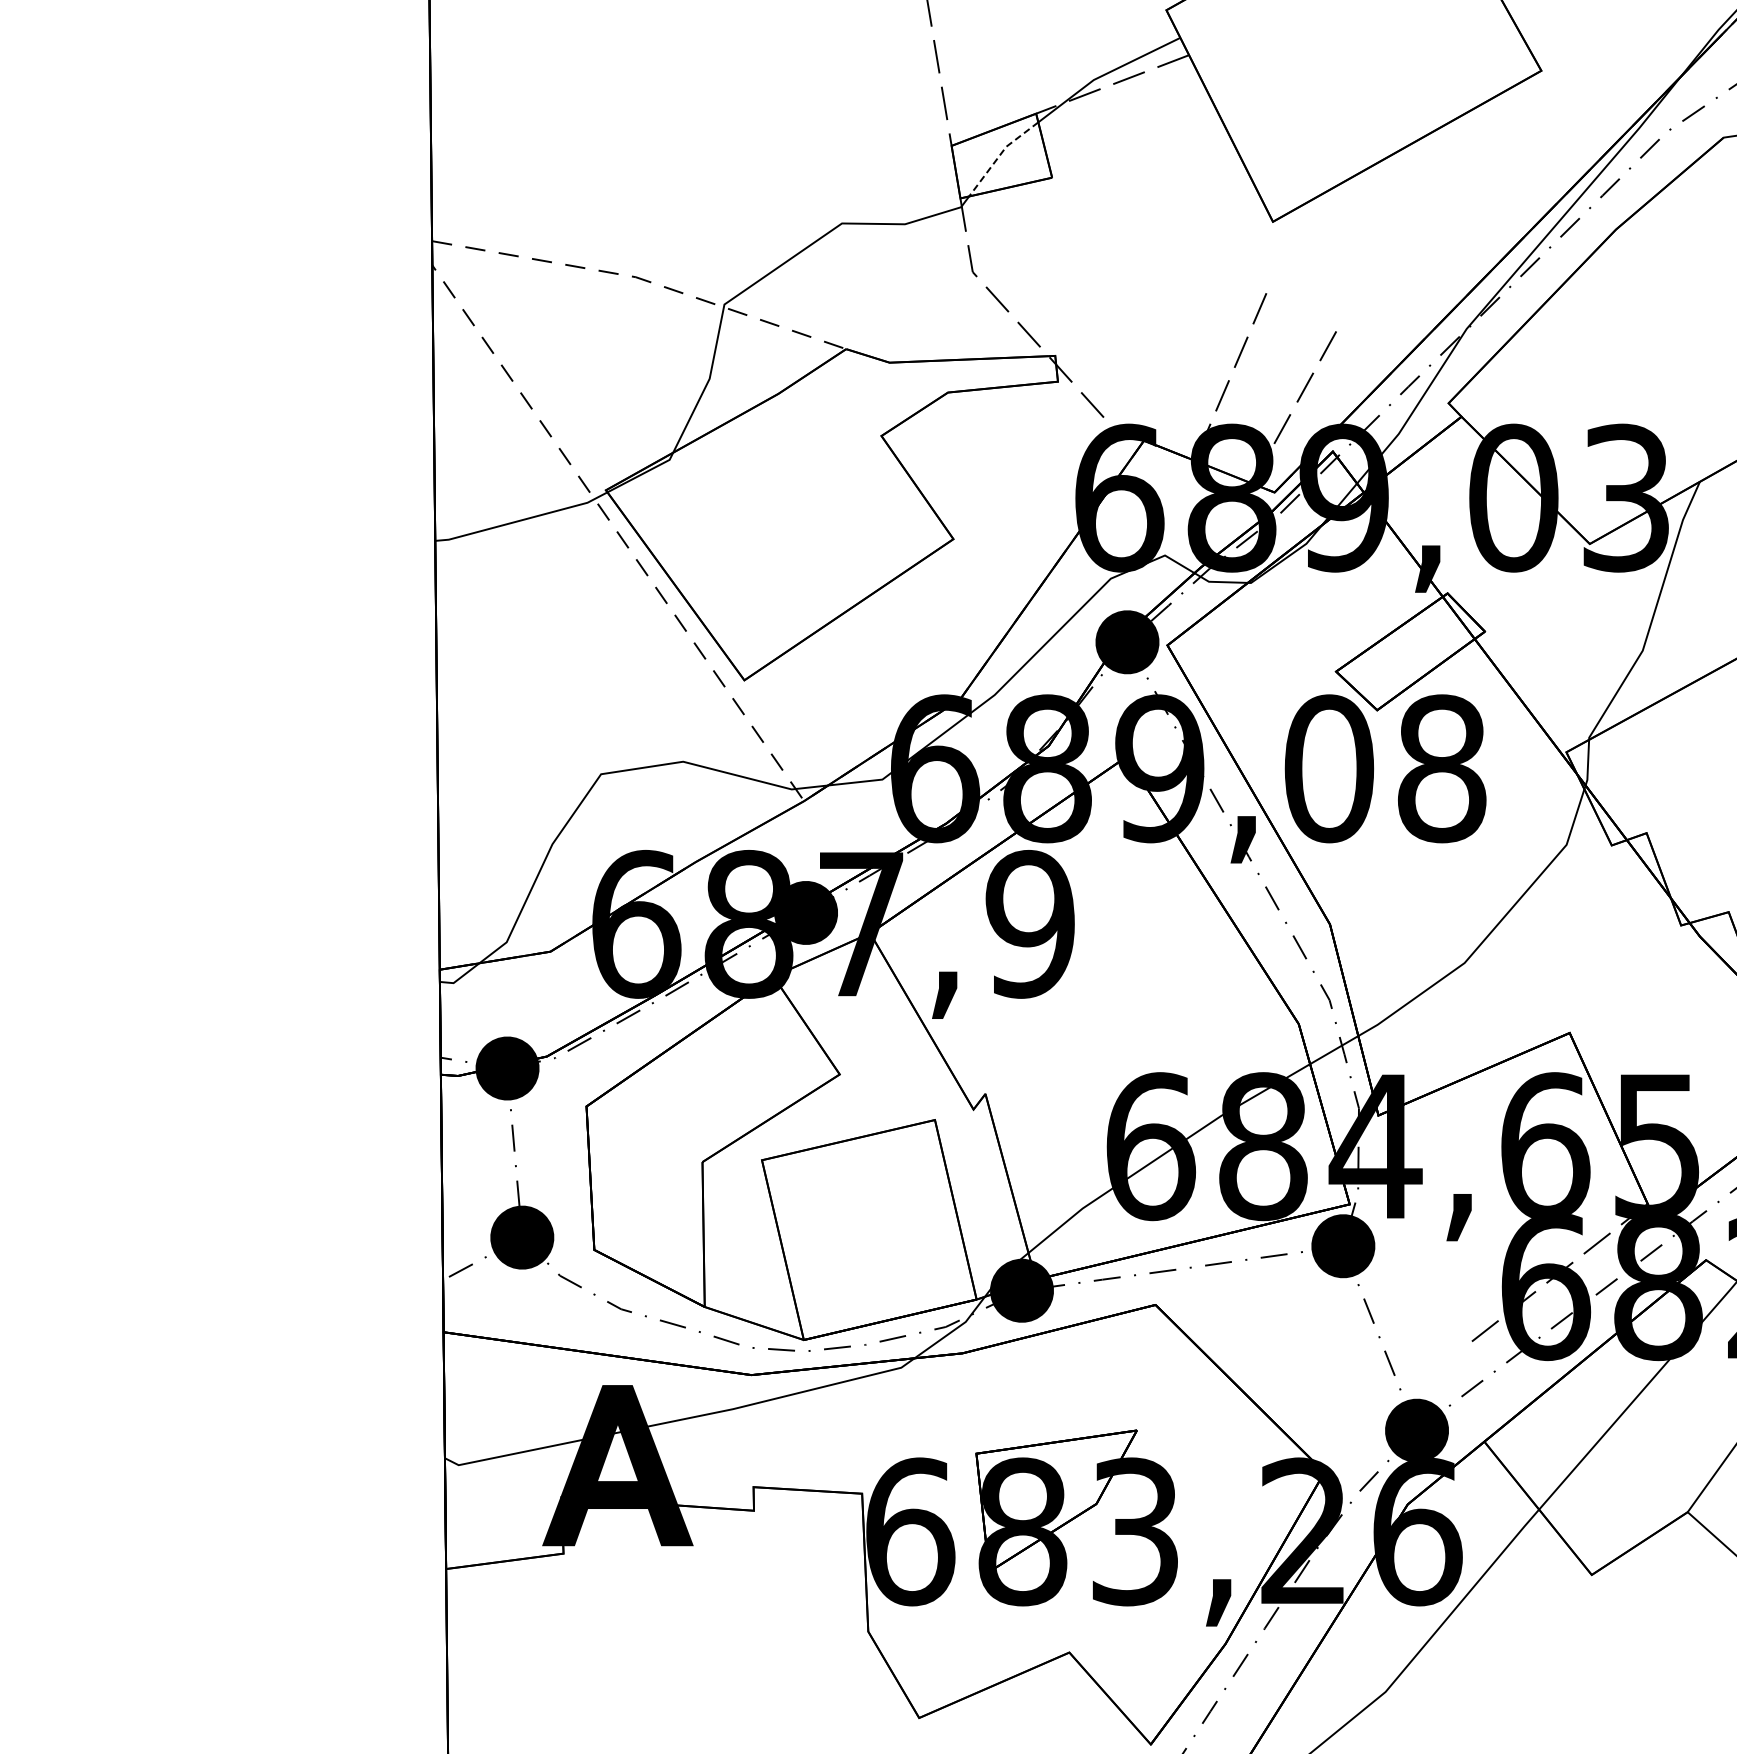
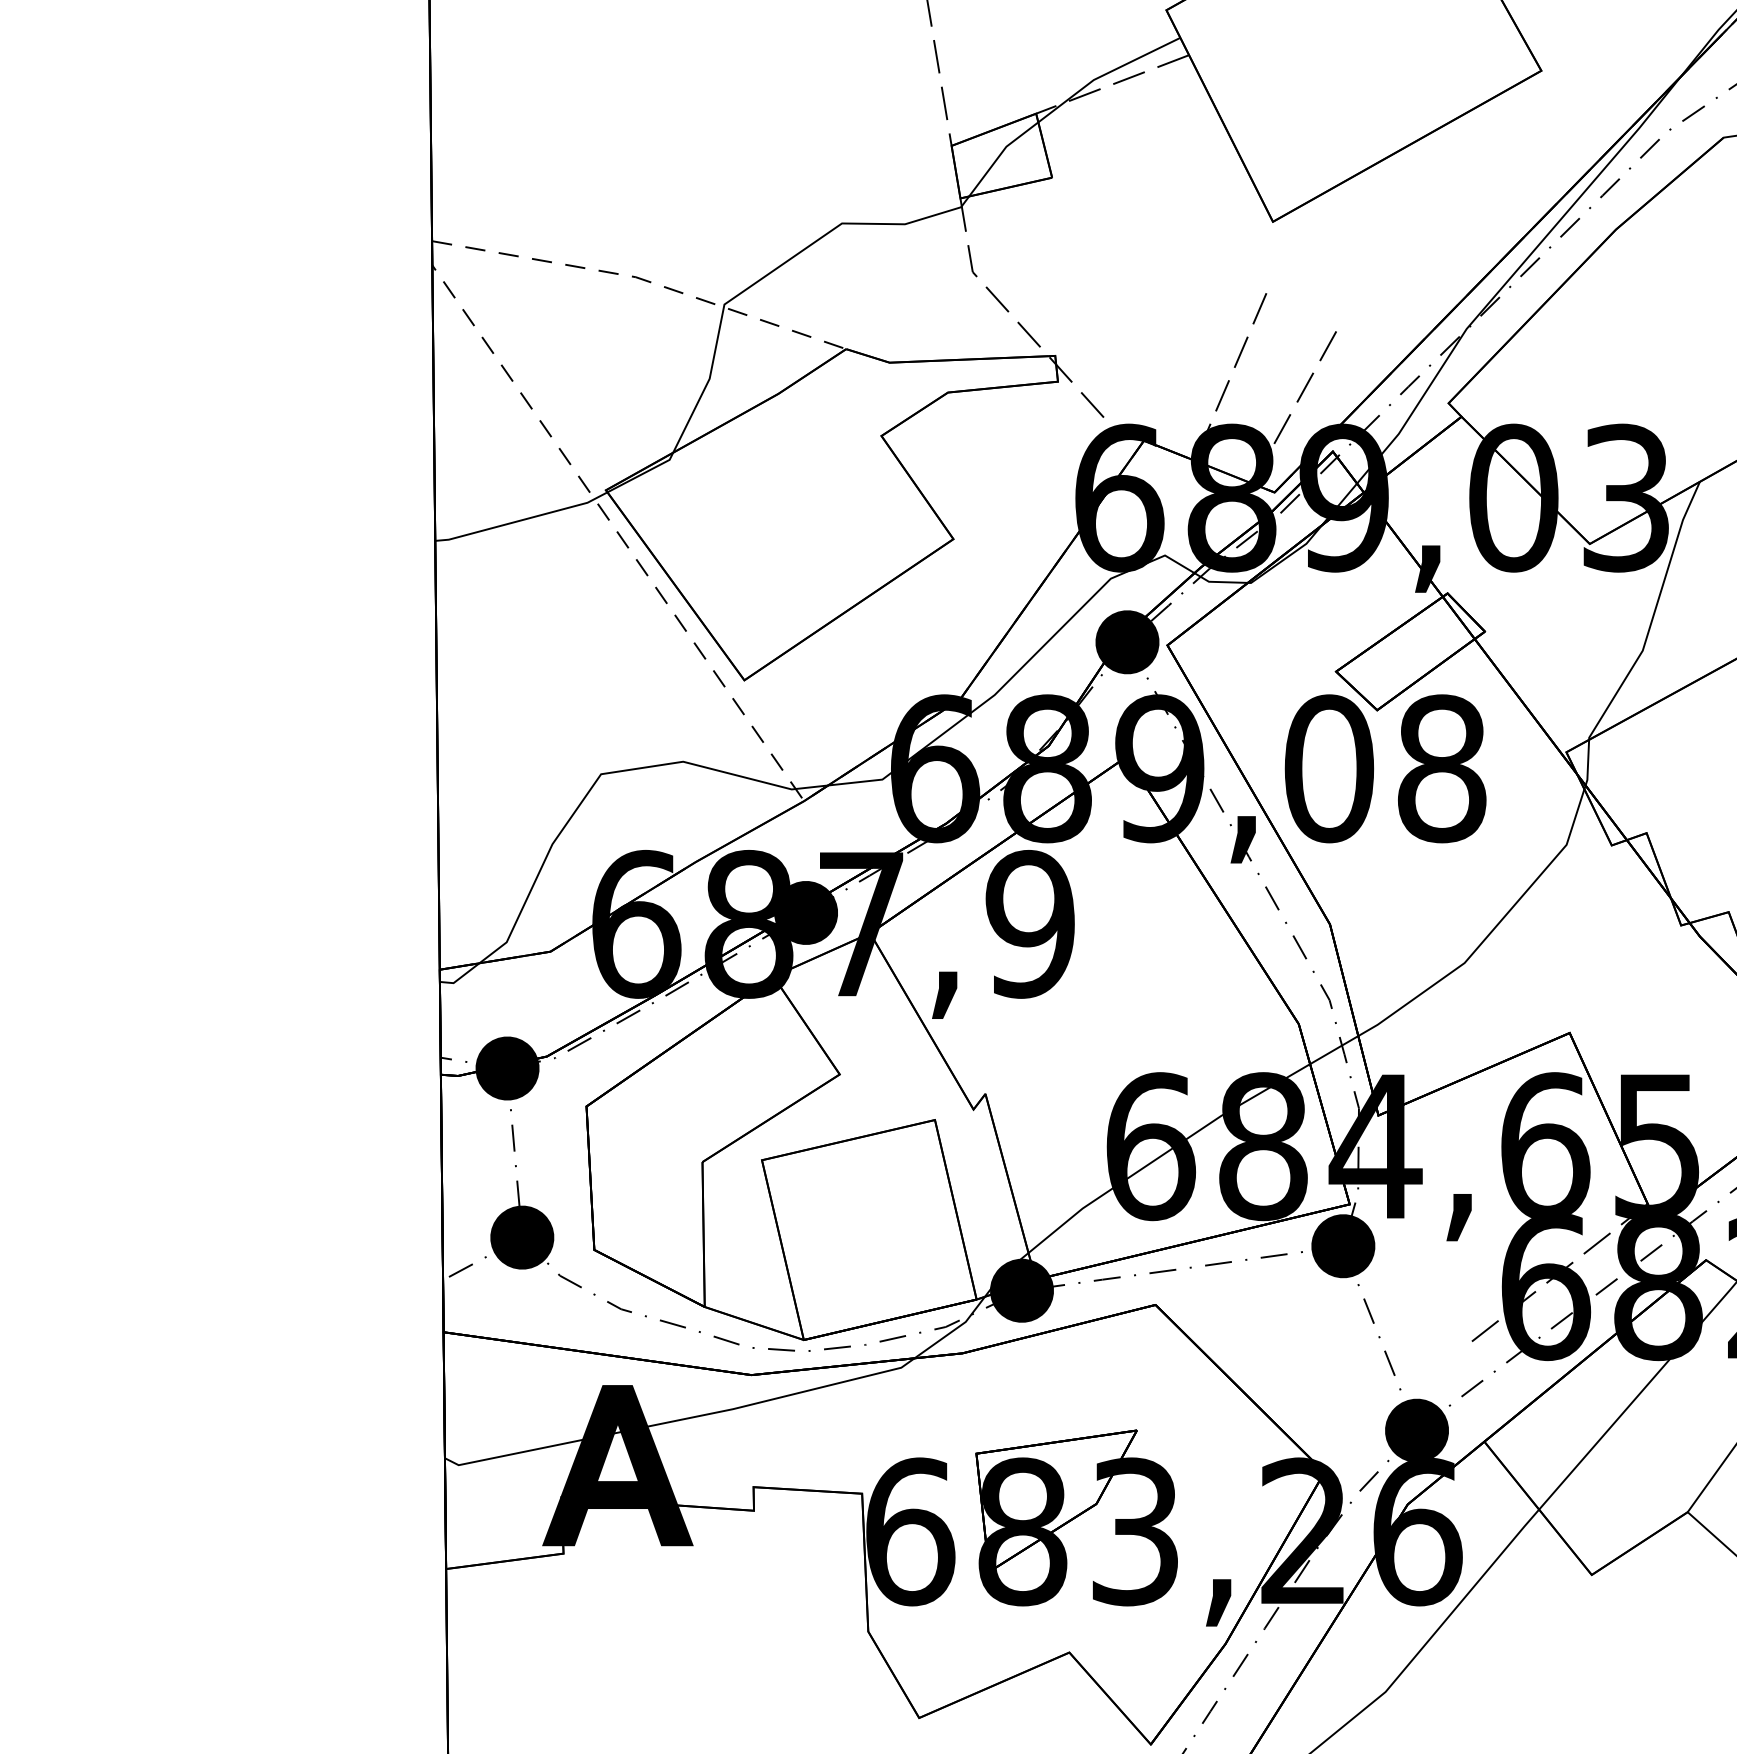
line at (999, 155): dashed -> solid
